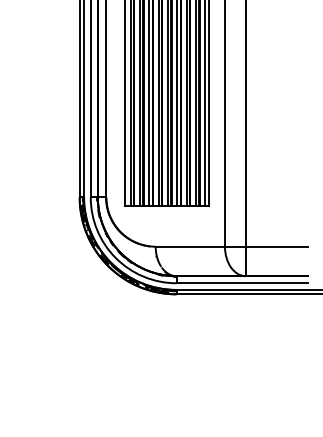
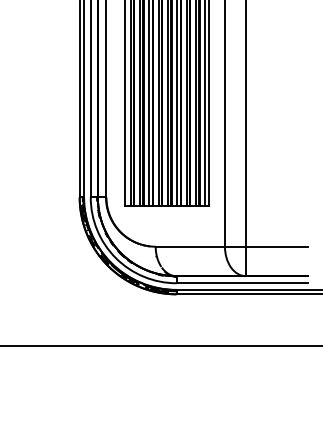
line at (160, 345): none -> present
